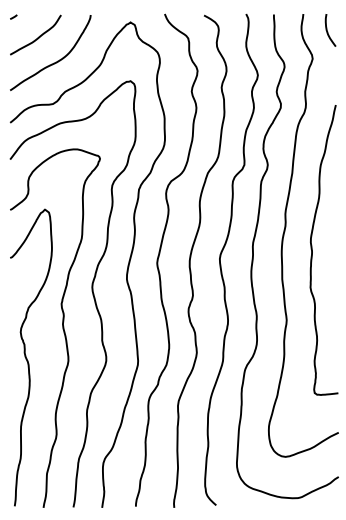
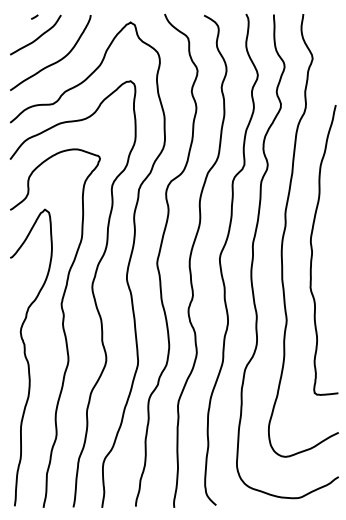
line at (13, 16) position: (13, 16) -> (34, 16)
curve at (328, 32): present -> none
